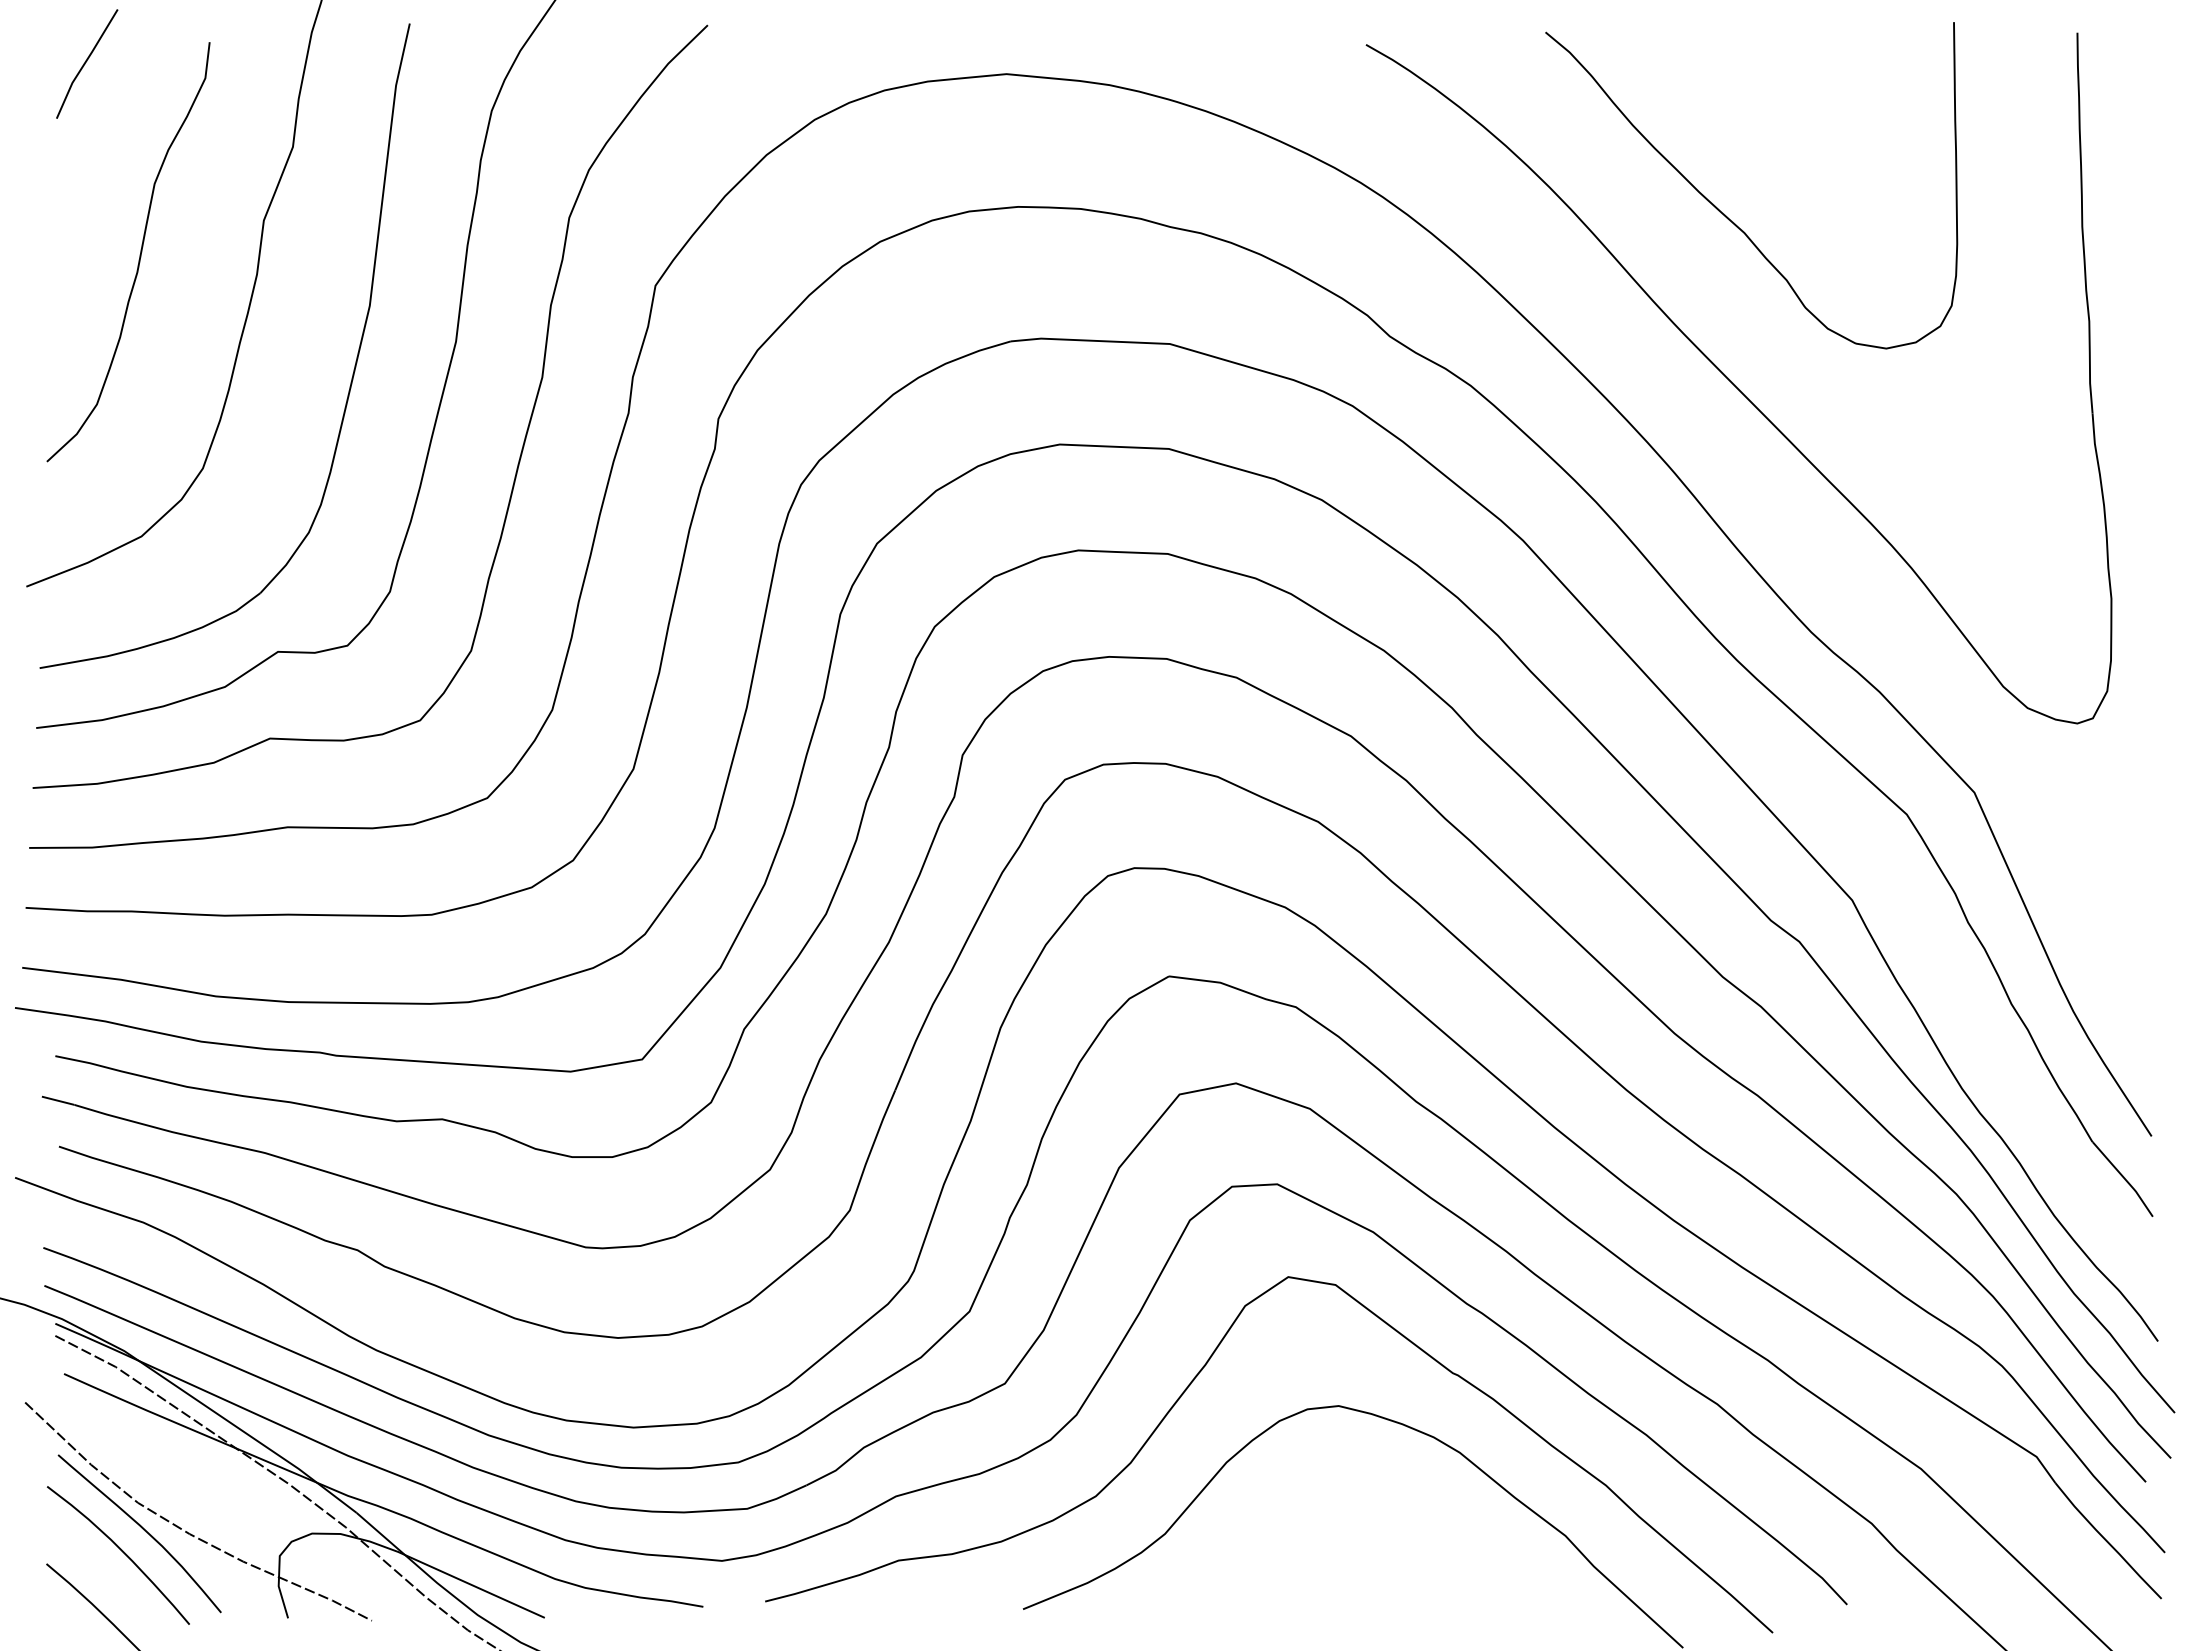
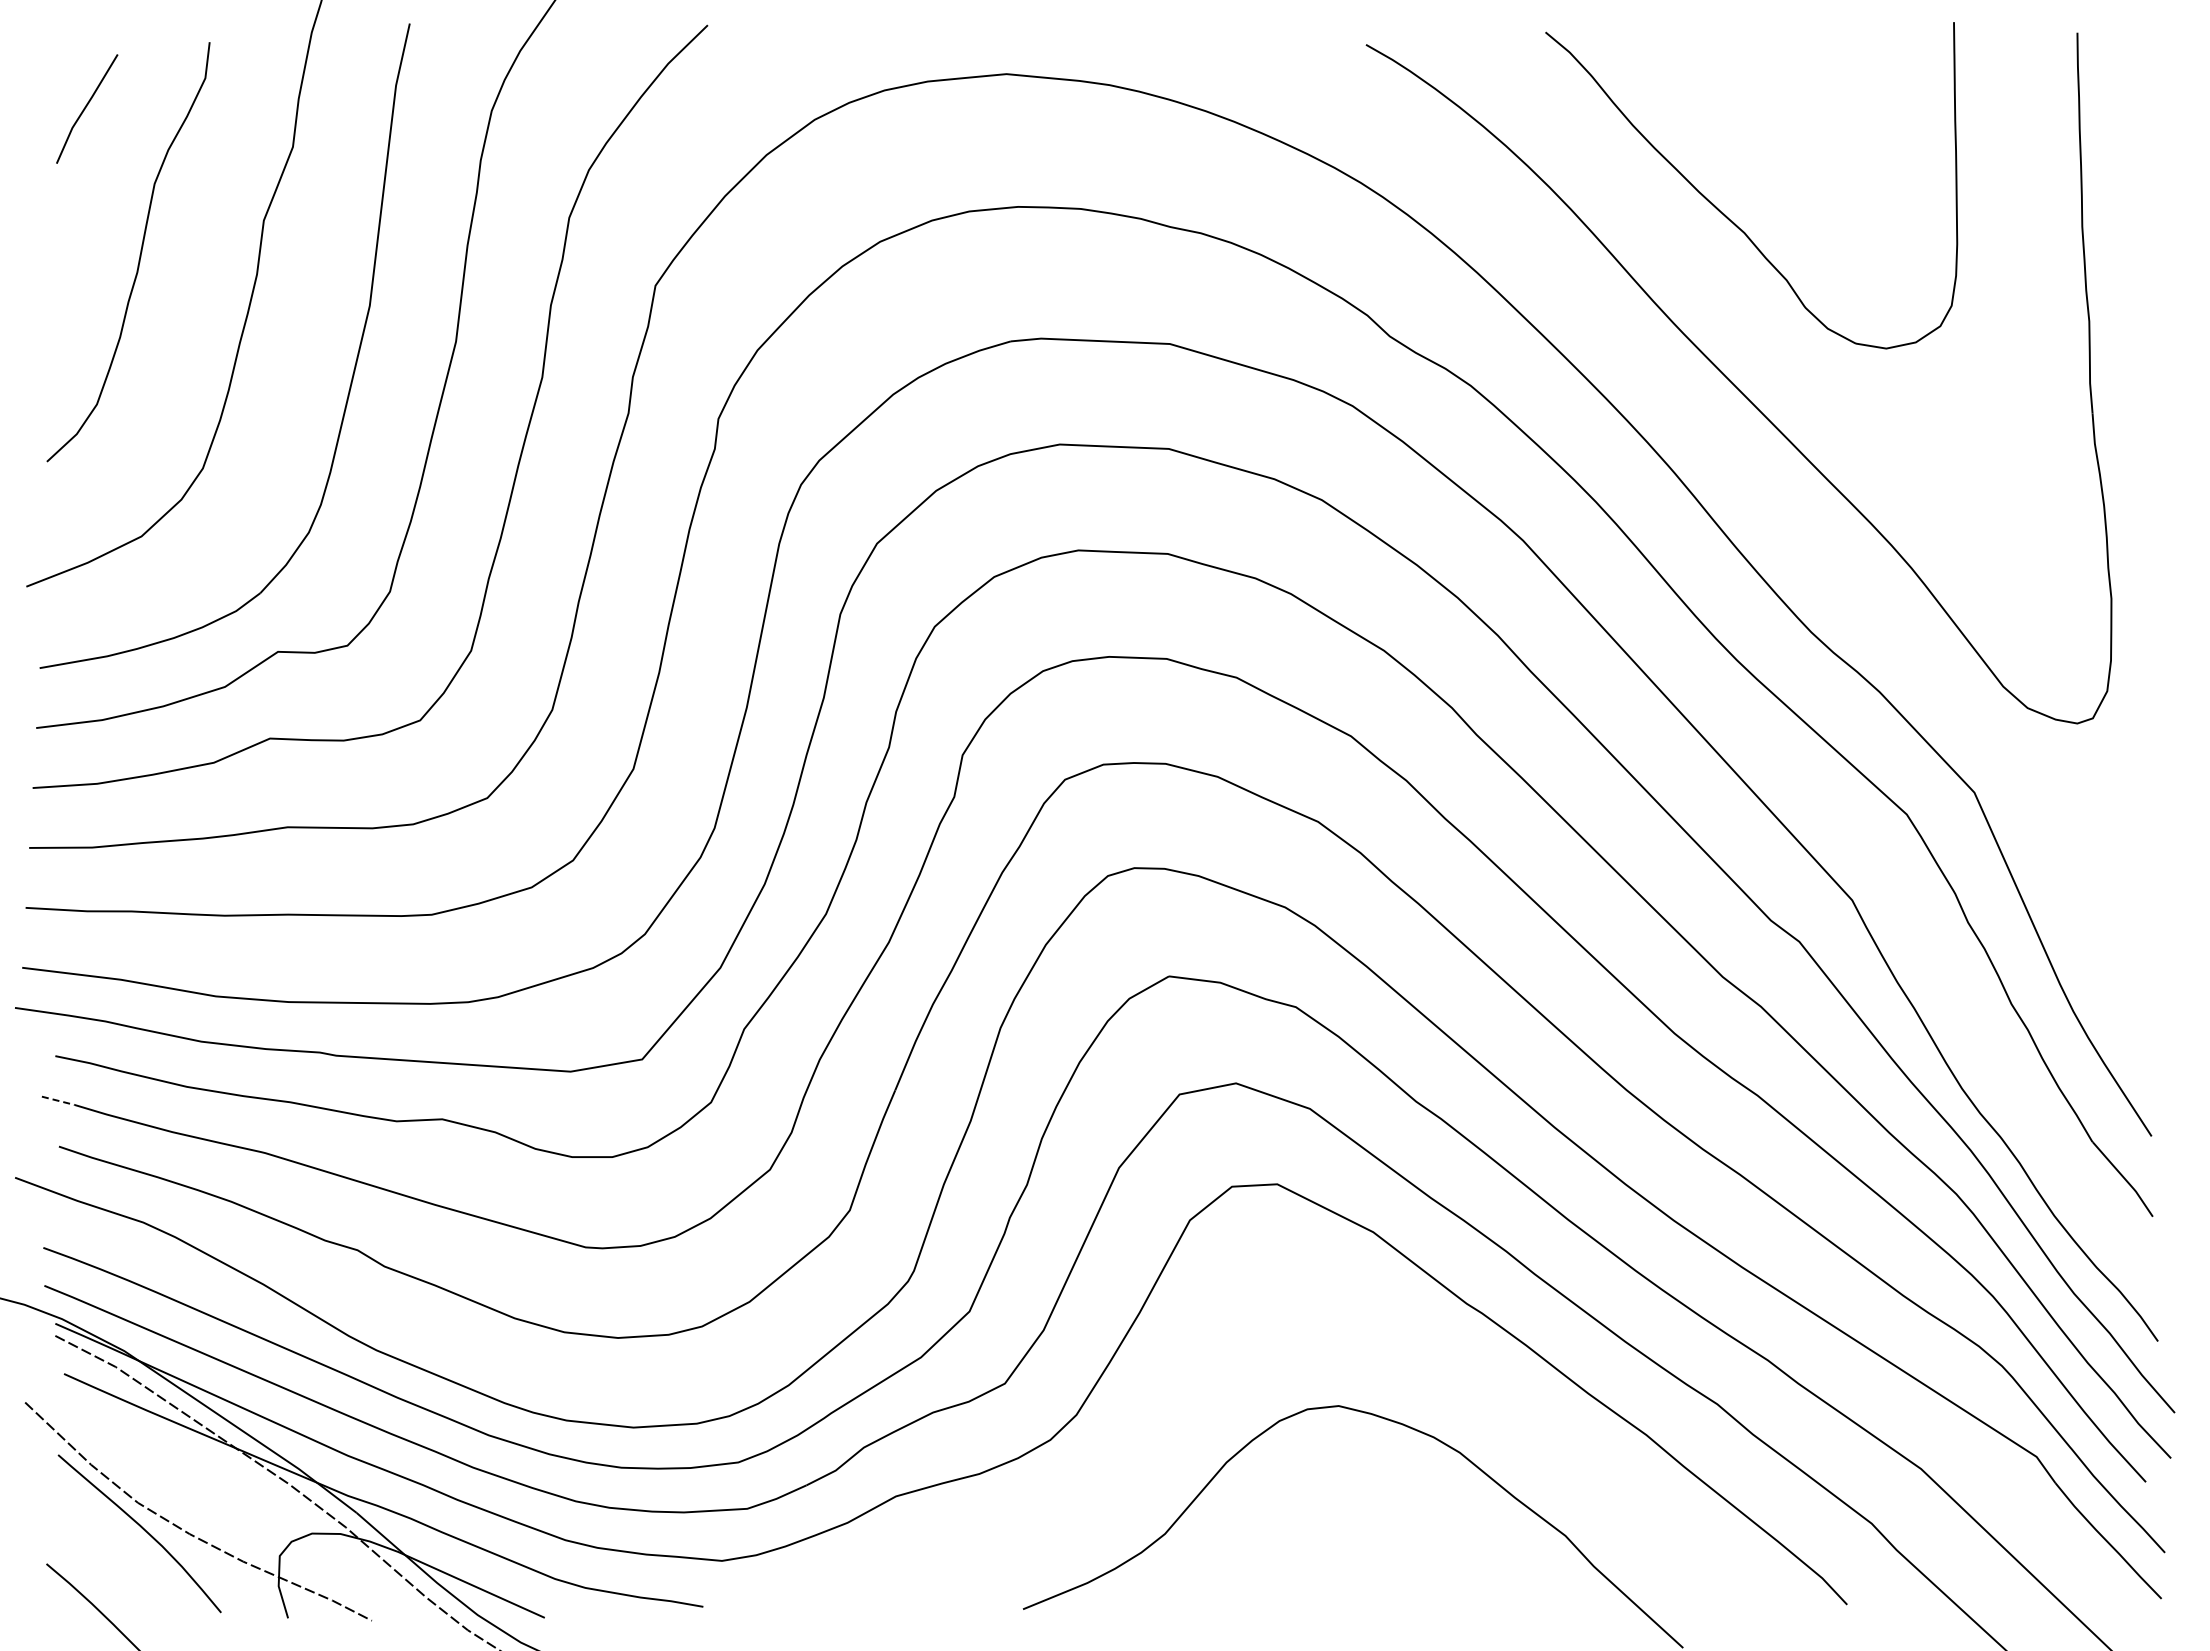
line at (86, 62) position: (86, 62) -> (86, 107)
line at (58, 1100): solid -> dashed
curve at (1184, 1393): present -> none
curve at (121, 1551): present -> none
